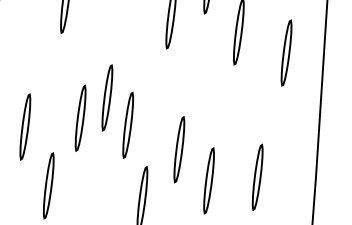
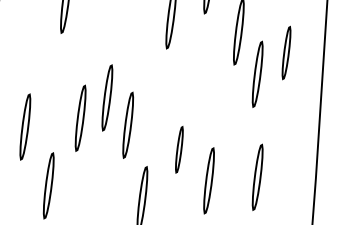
part at (286, 52) size: 13x68 px -> 11x56 px
part at (257, 73): none -> present
part at (179, 149) size: 13x68 px -> 9x48 px
